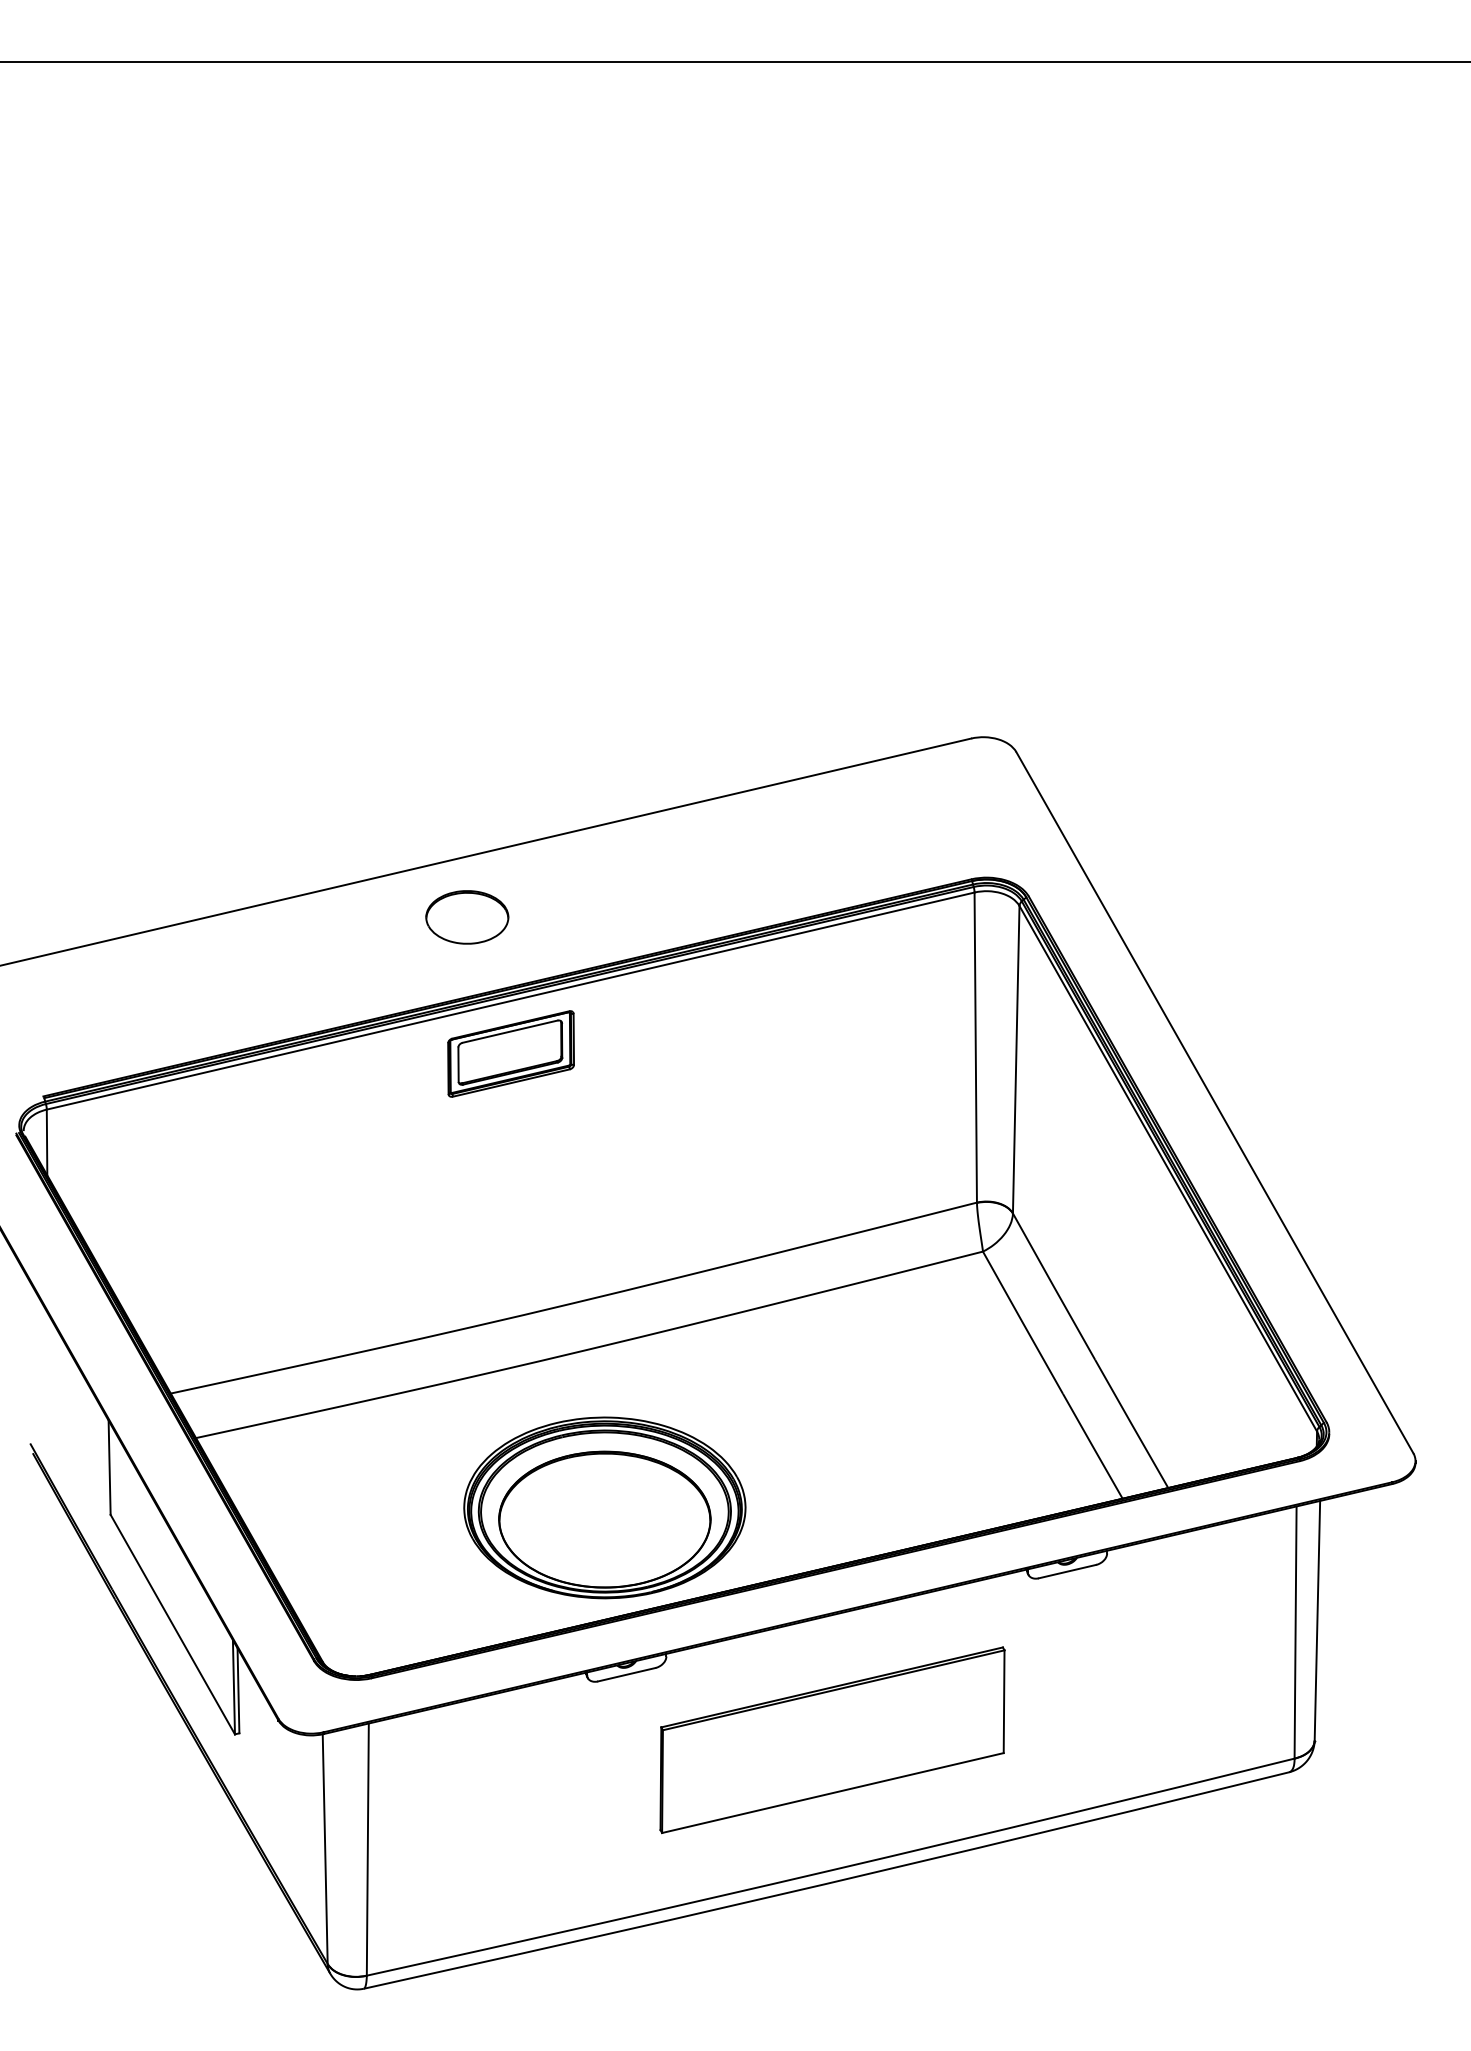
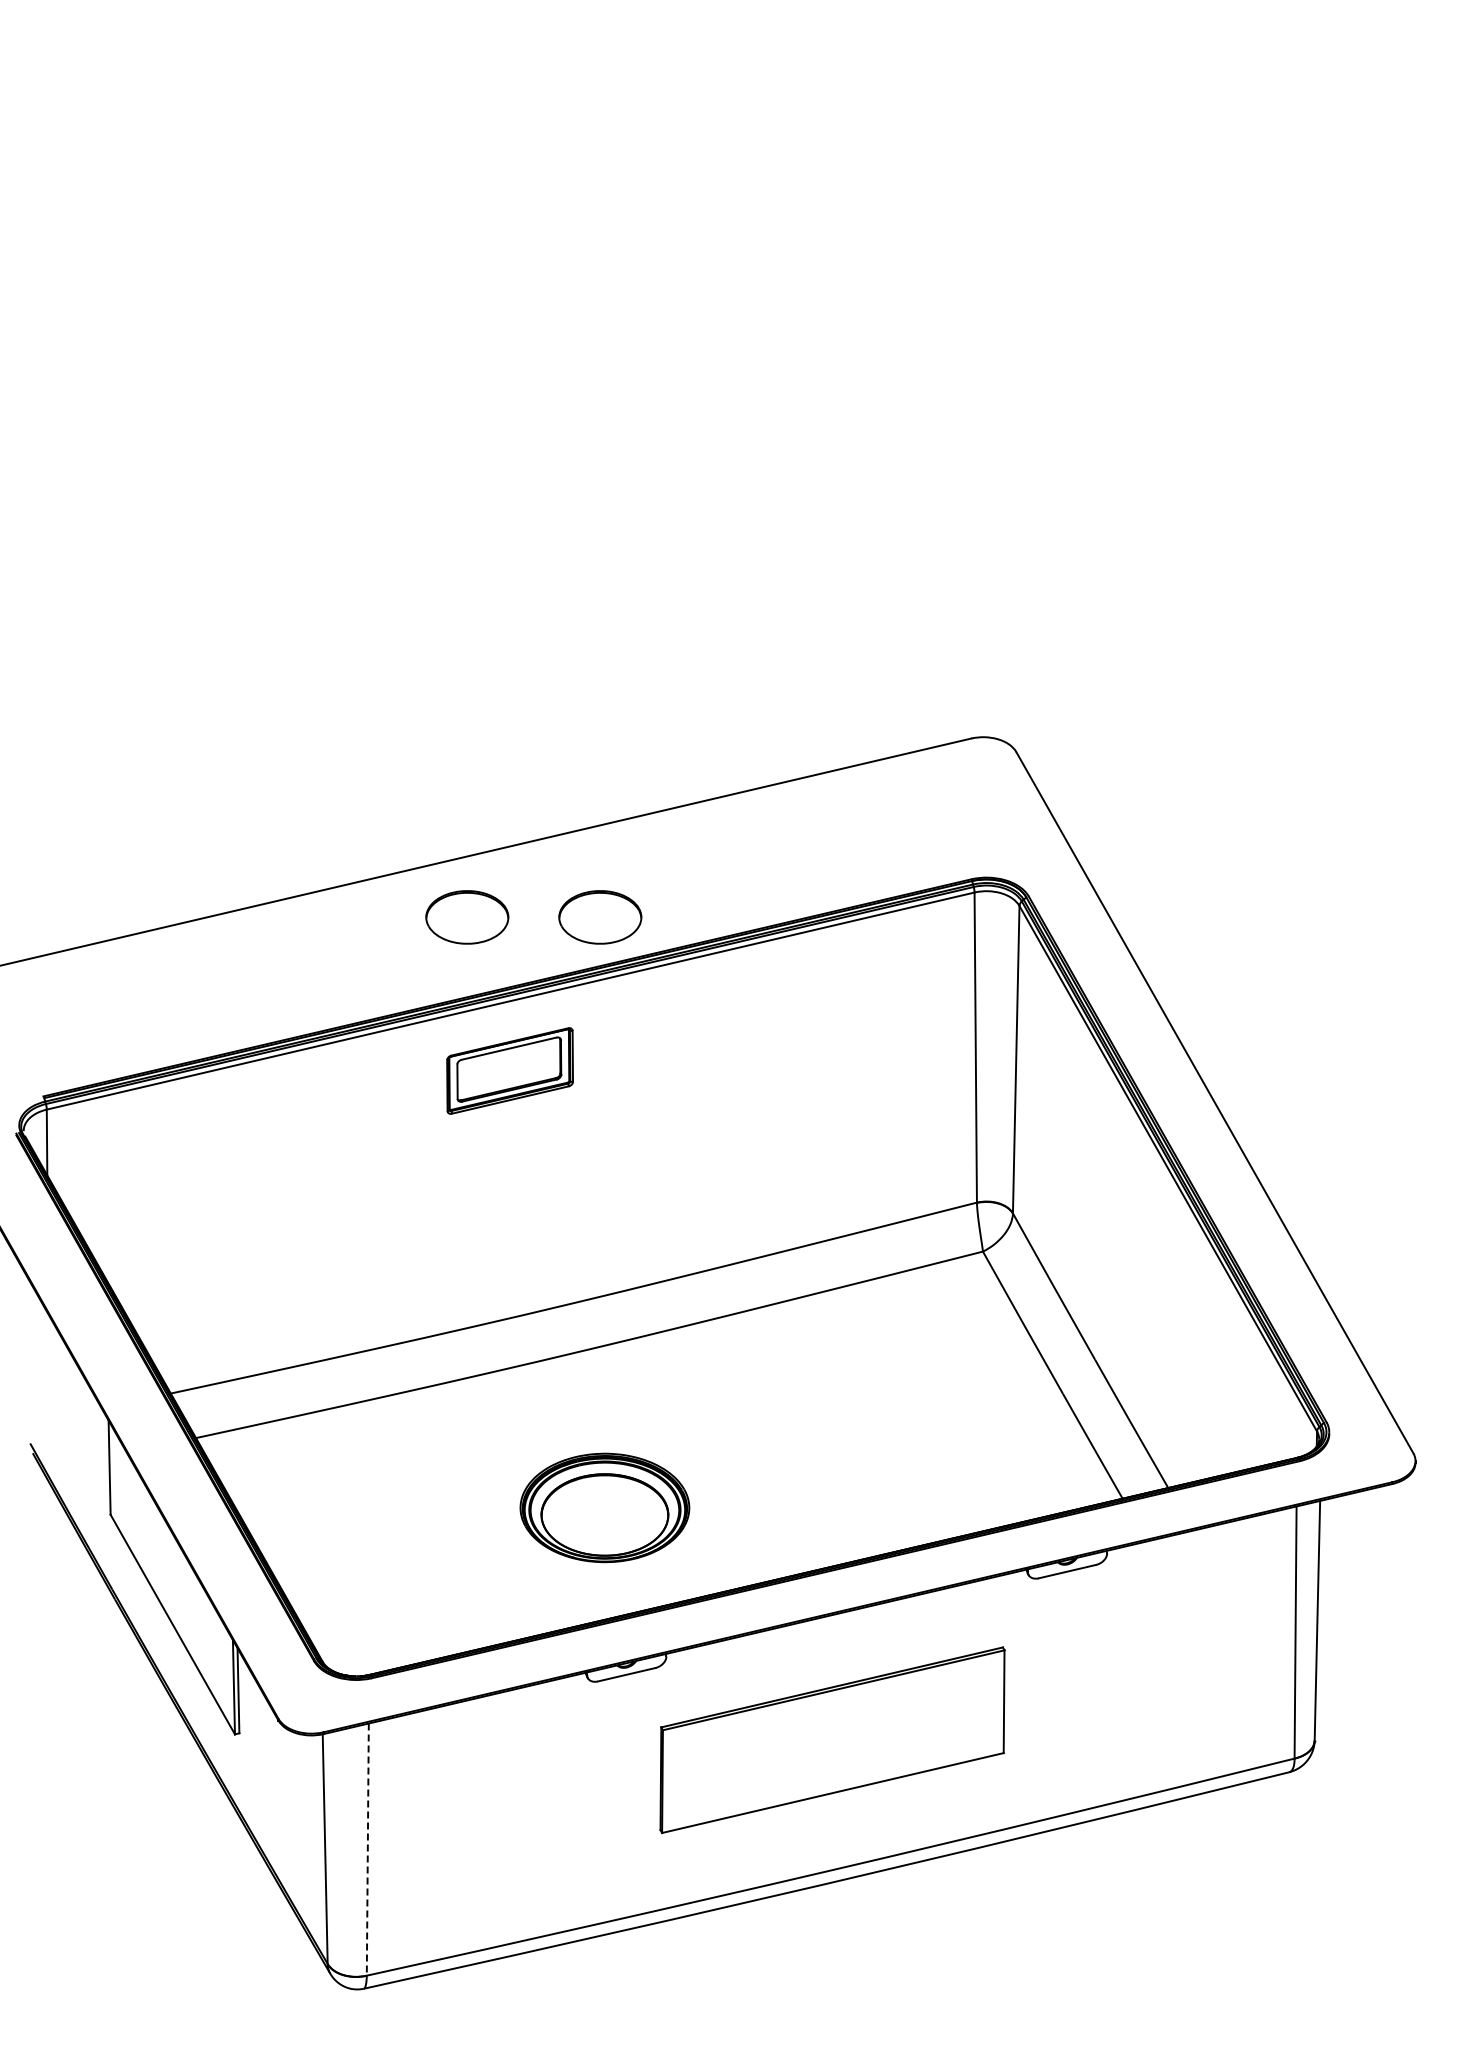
line at (734, 61): present -> none
part at (600, 917): none -> present
part at (510, 1053) position: (510, 1053) -> (509, 1070)
part at (604, 1507) size: 284x184 px -> 172x112 px
line at (367, 1850): solid -> dashed
